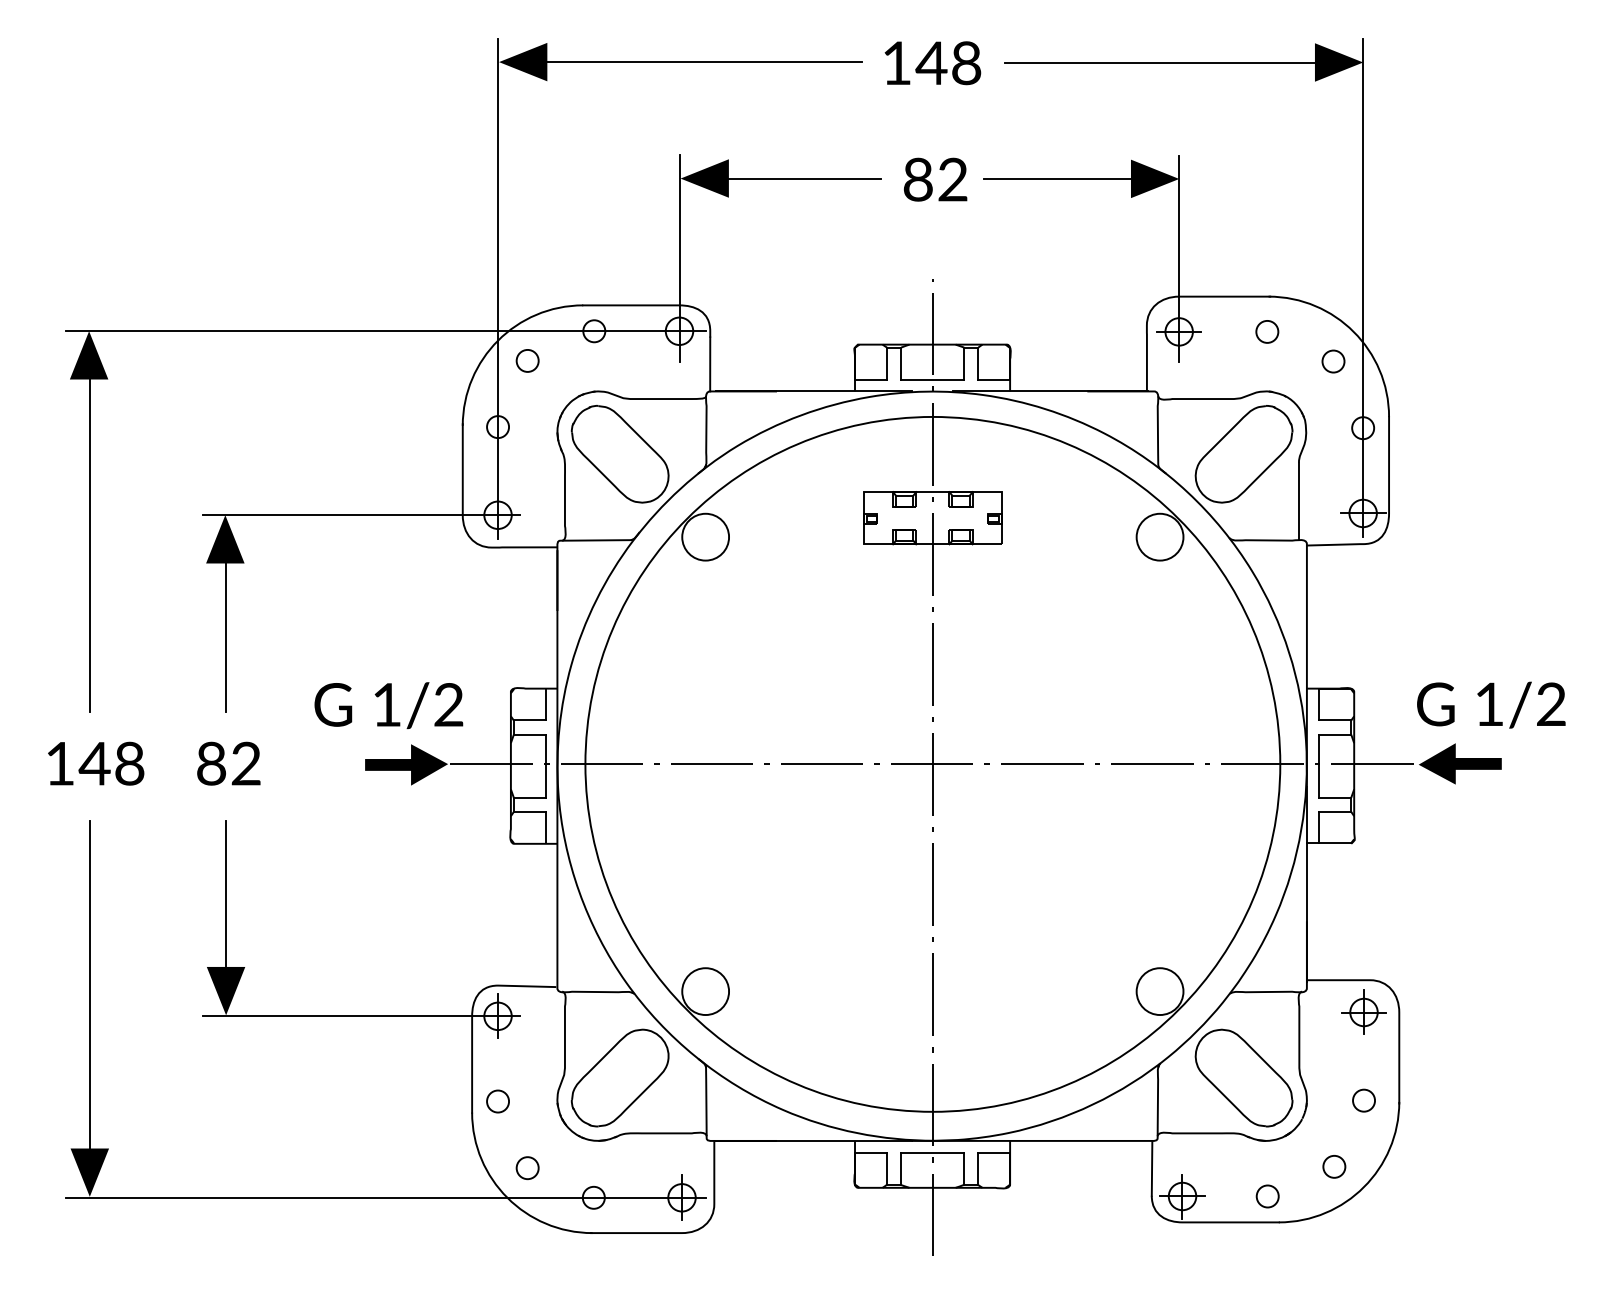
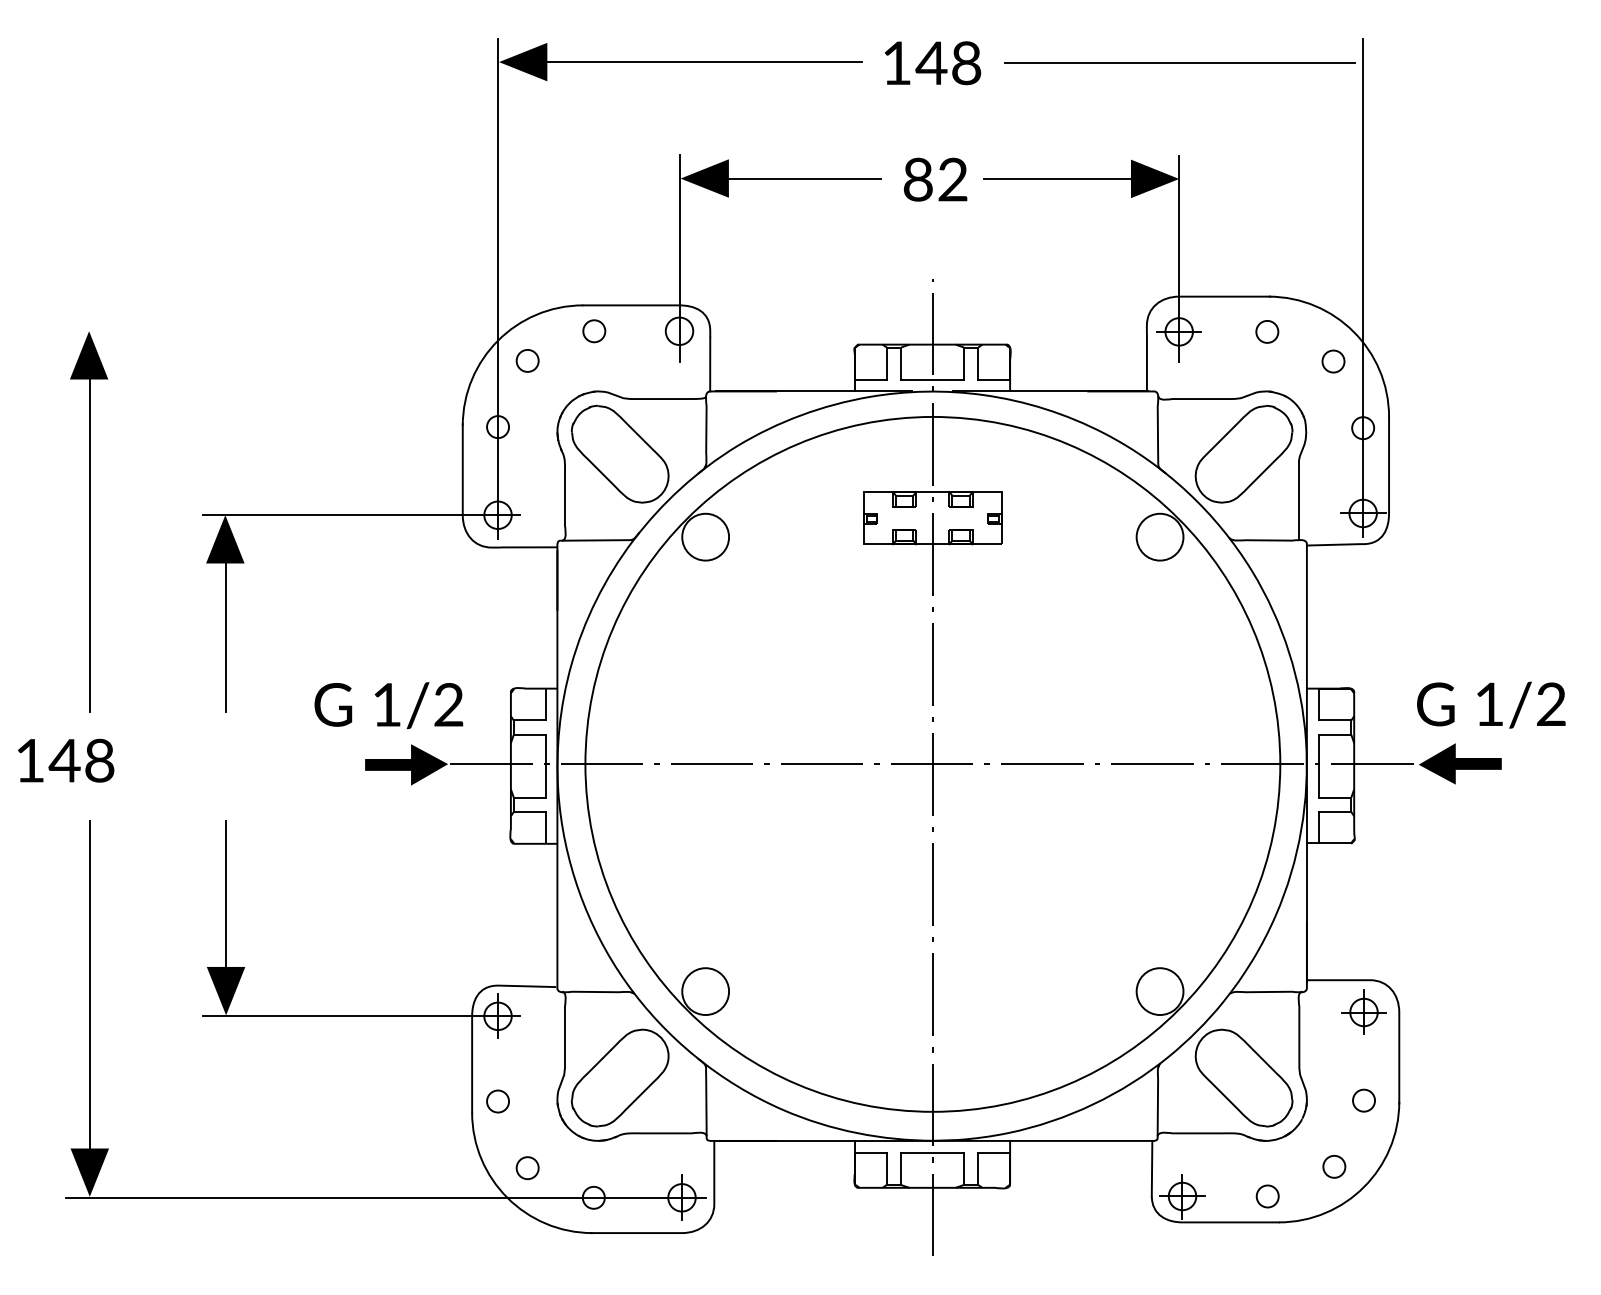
fill at (1338, 62): present -> none
line at (386, 331): present -> none
part at (96, 763) position: (96, 763) -> (66, 760)
part at (228, 763): present -> none
